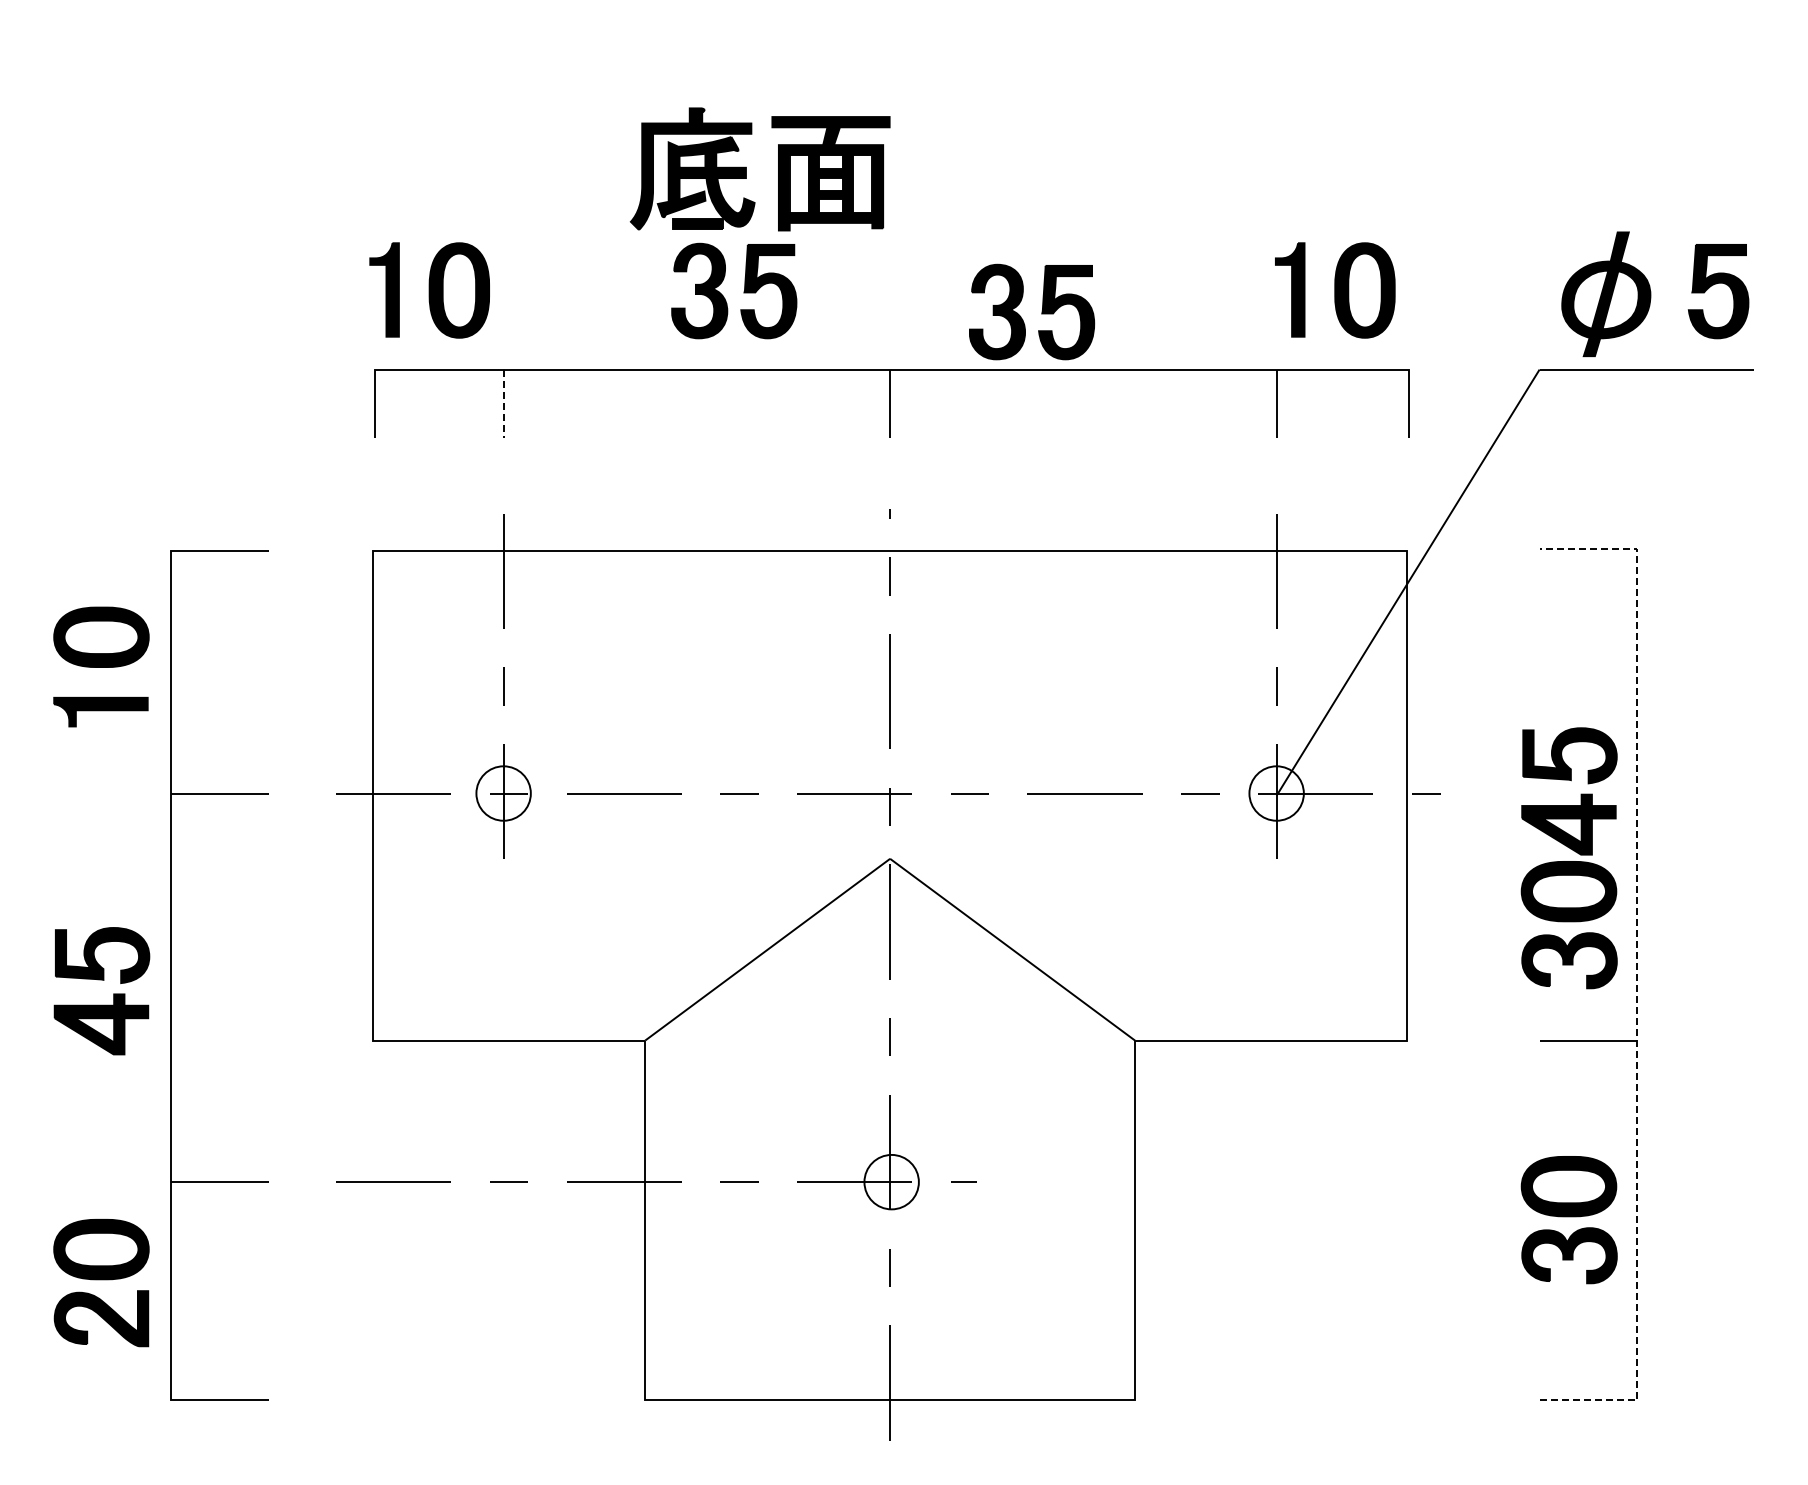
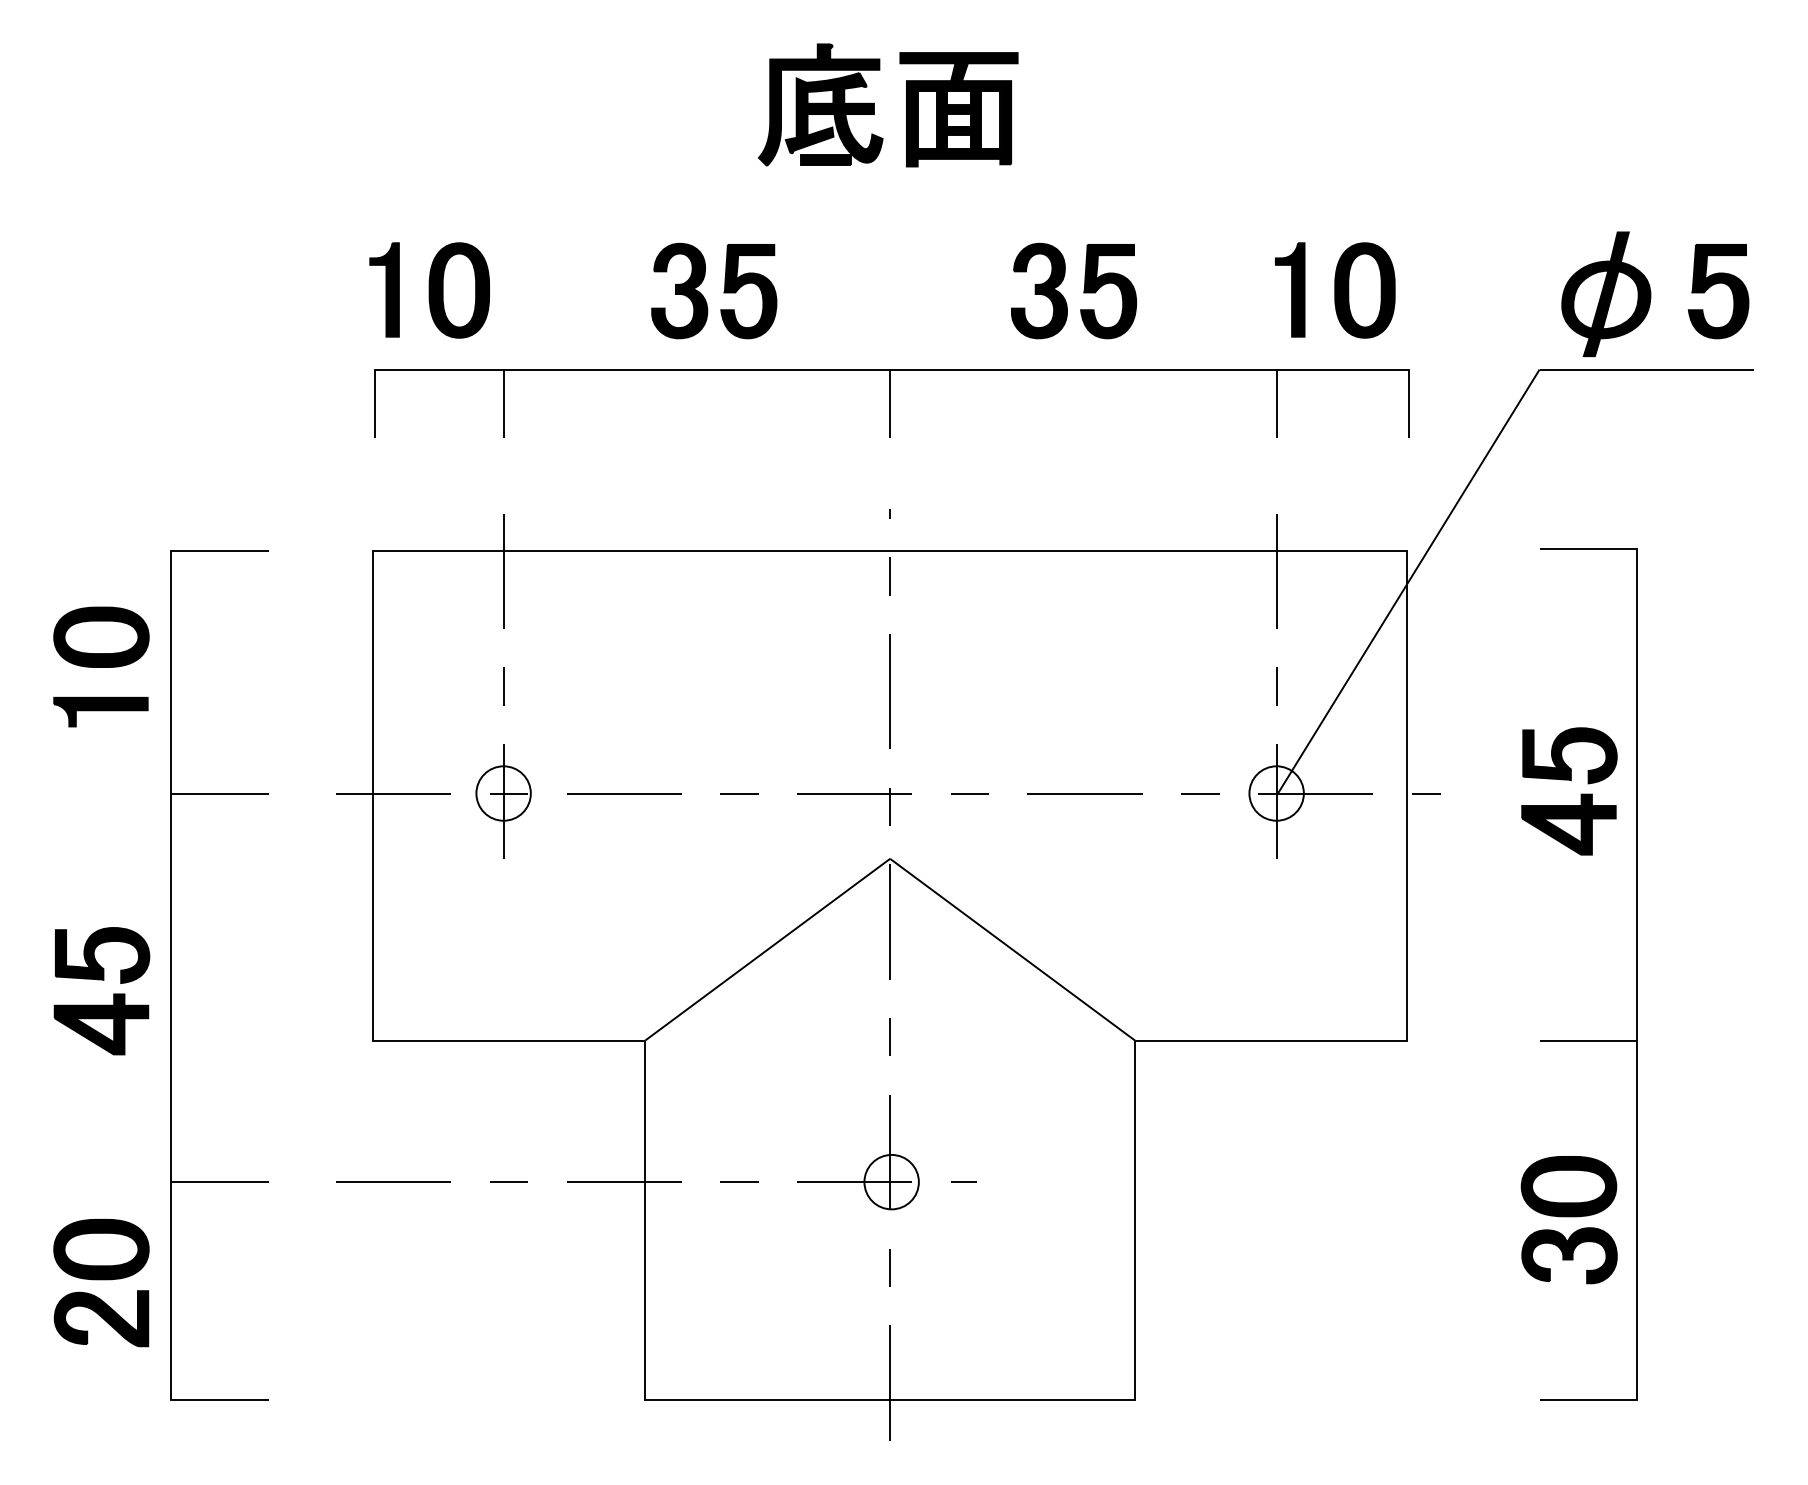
part at (746, 169) position: (746, 169) -> (874, 105)
part at (743, 291) position: (743, 291) -> (723, 291)
part at (1041, 311) position: (1041, 311) -> (1083, 290)
line at (503, 404): dashed -> solid
part at (1568, 925): present -> none
line at (1637, 974): dashed -> solid
